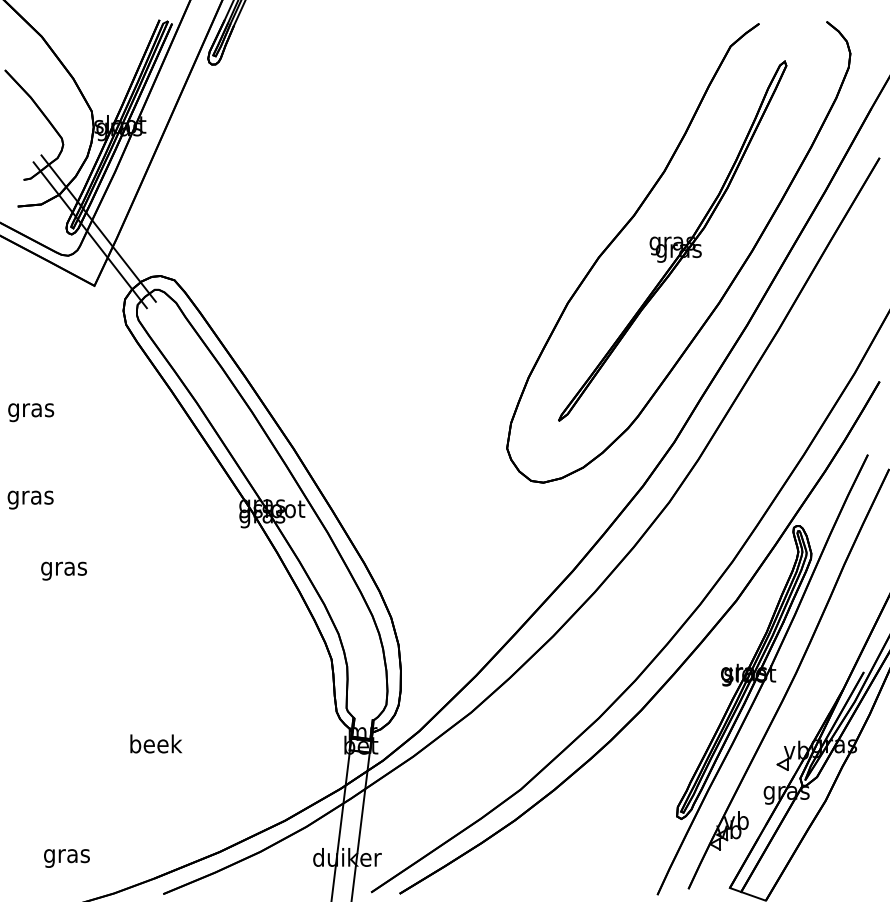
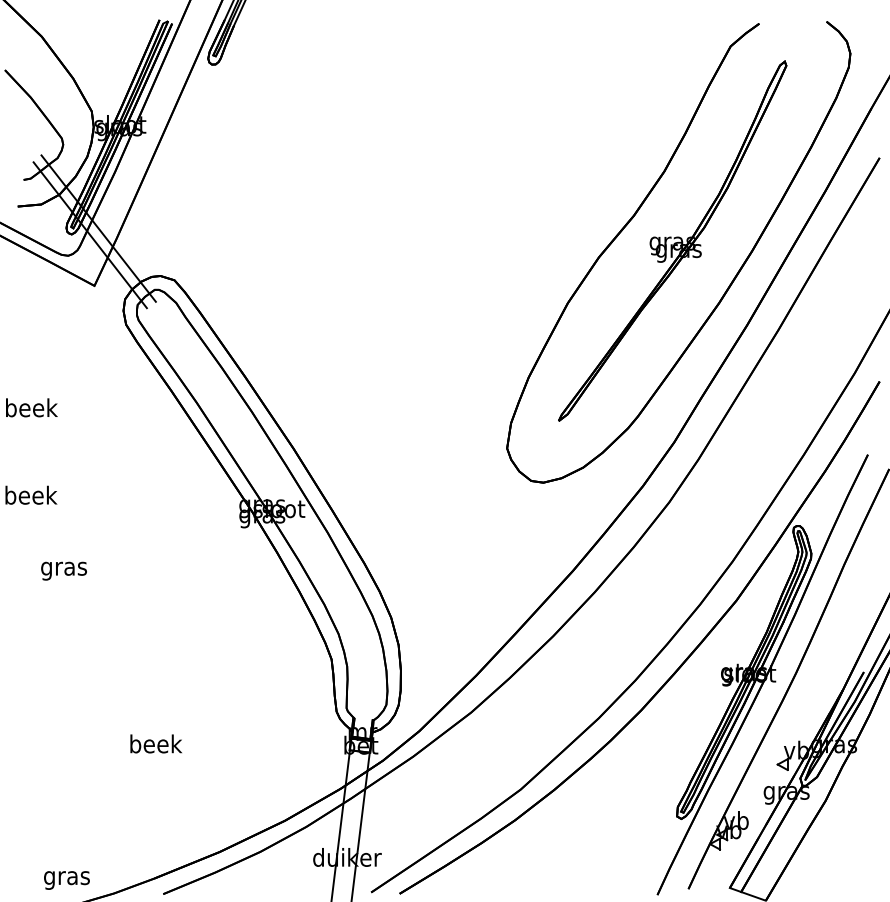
text at (31, 410): gras -> beek
text at (31, 497): gras -> beek
text at (66, 858) position: (66, 858) -> (66, 880)
